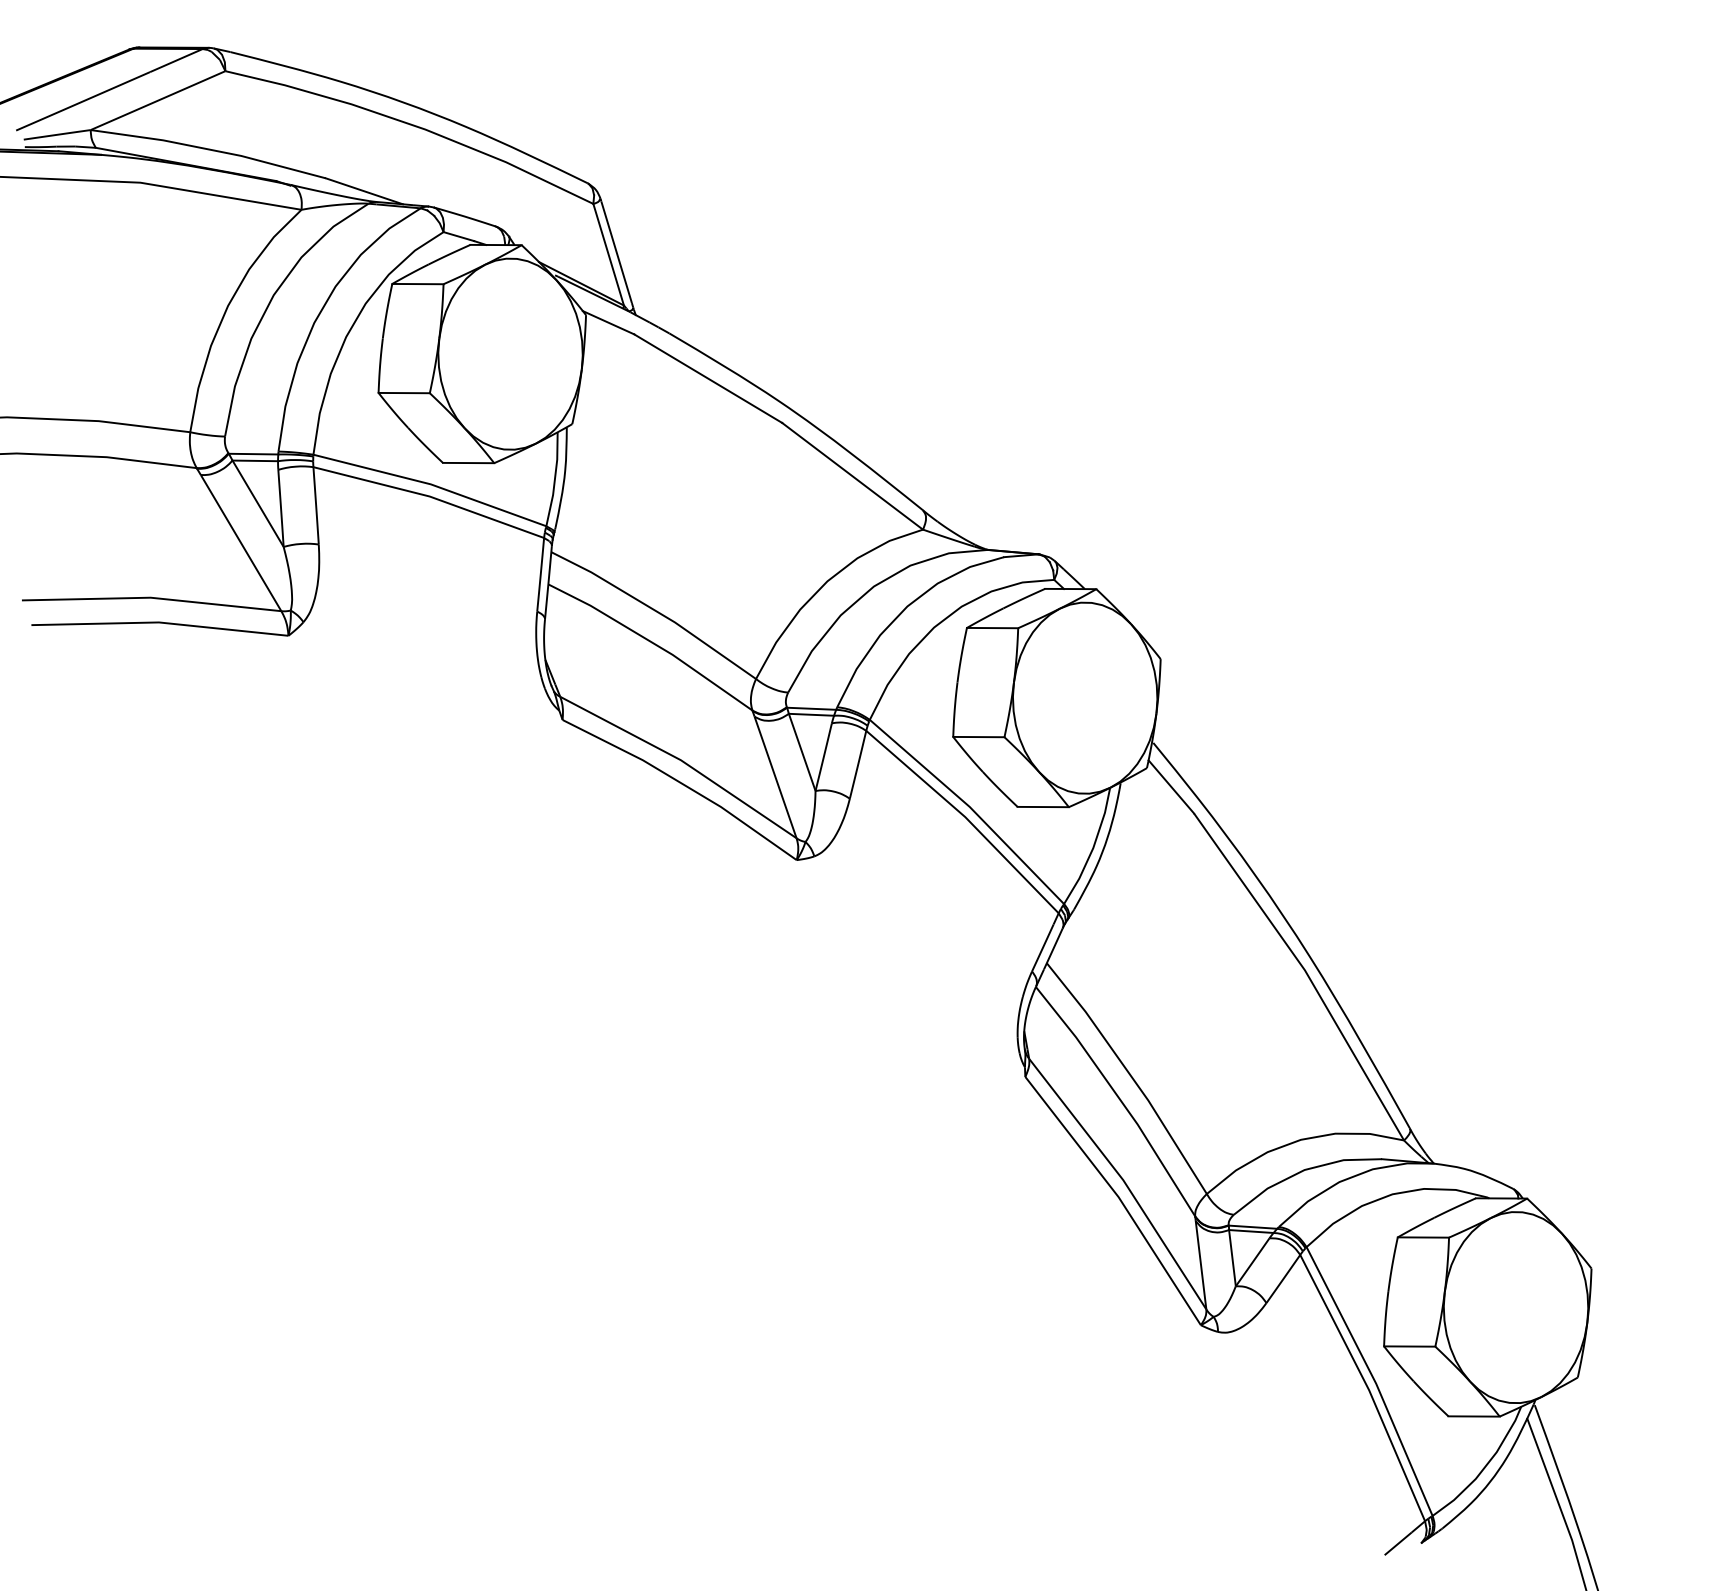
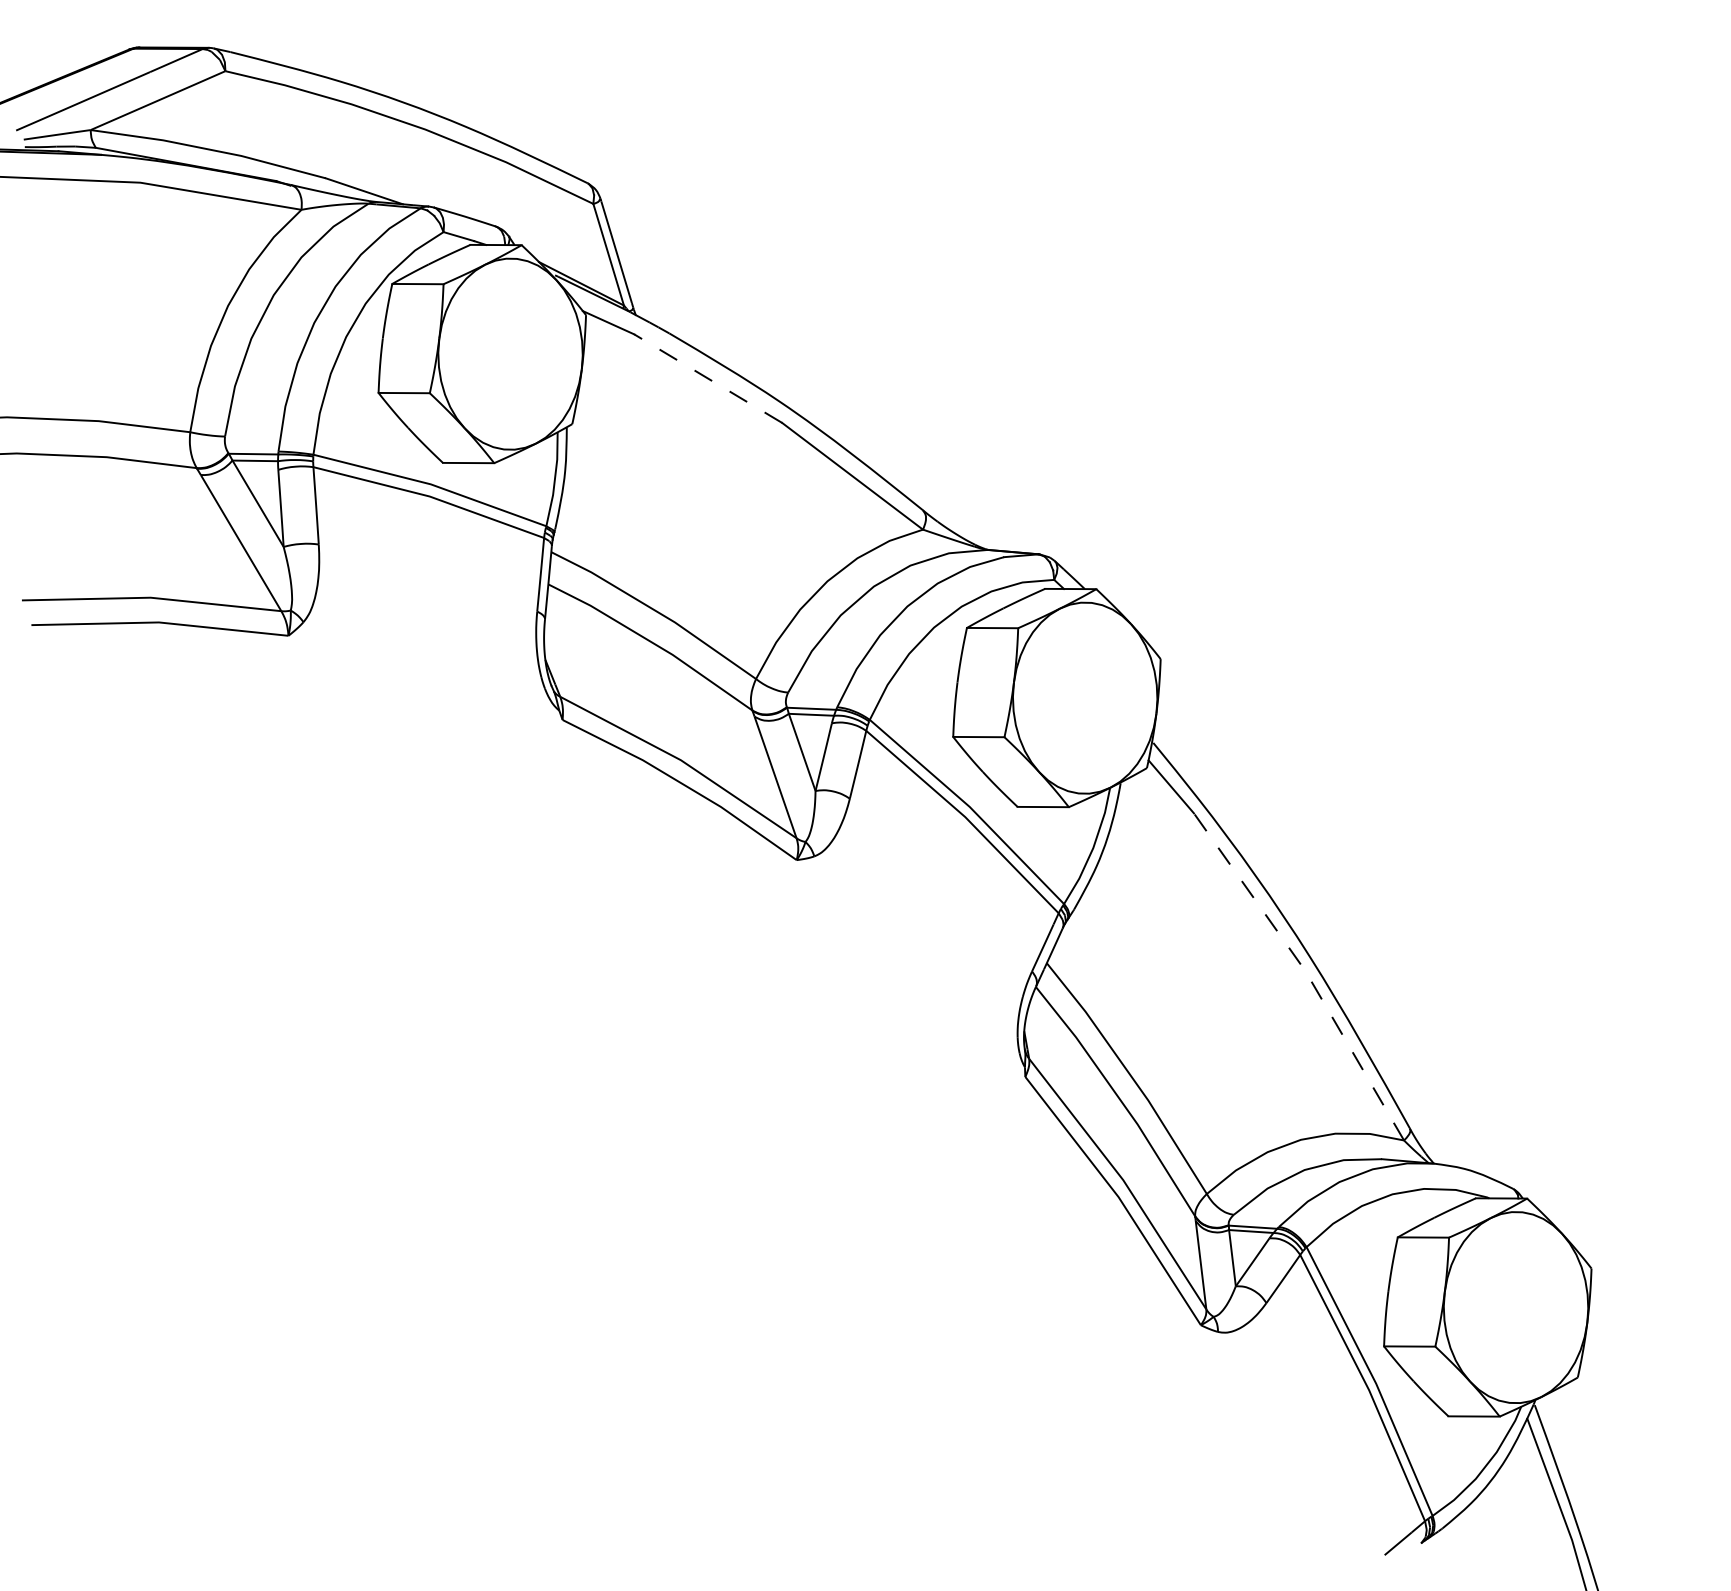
line at (707, 378): solid -> dashed
line at (1305, 971): solid -> dashed
